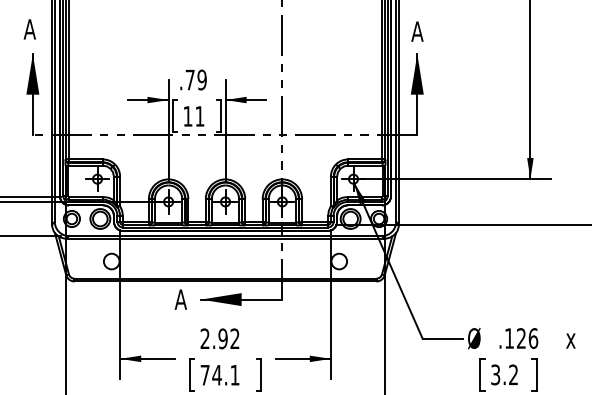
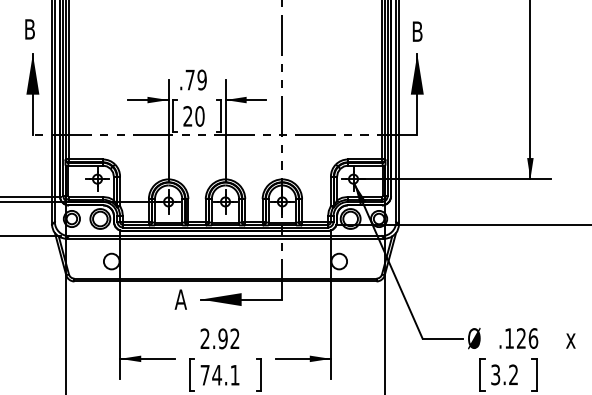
text at (29, 29): A -> B
text at (417, 31): A -> B
text at (193, 116): 11 -> 20
